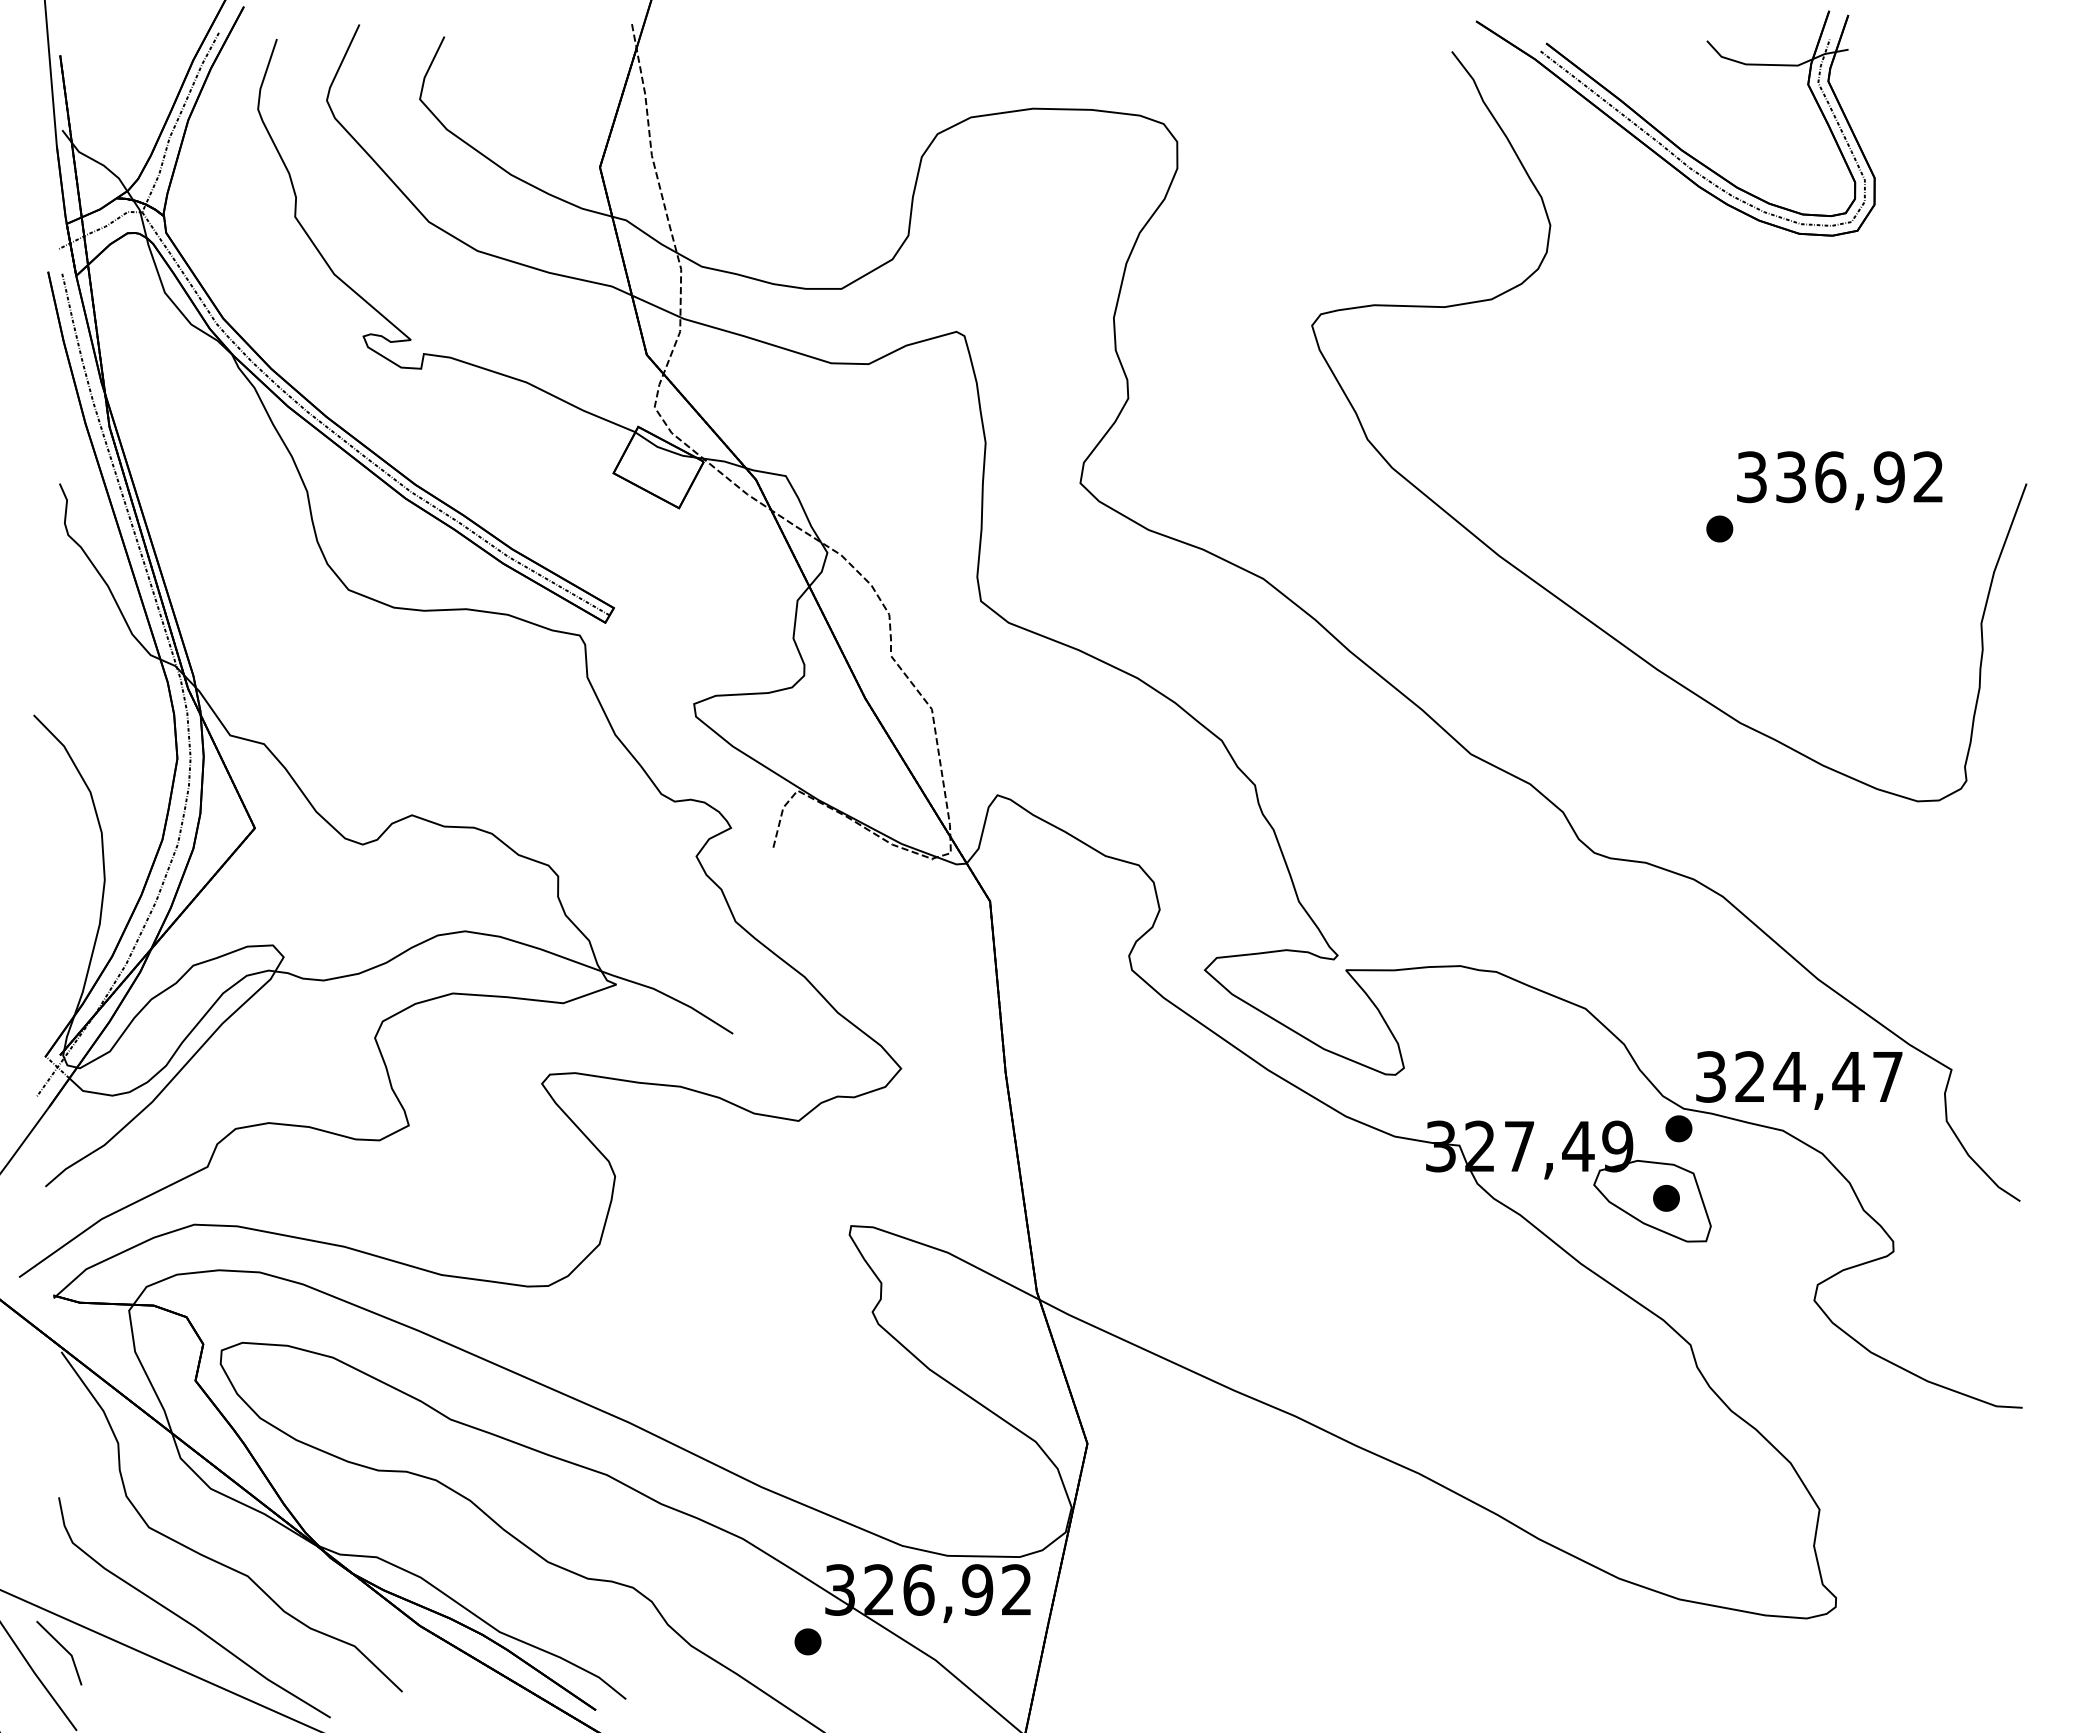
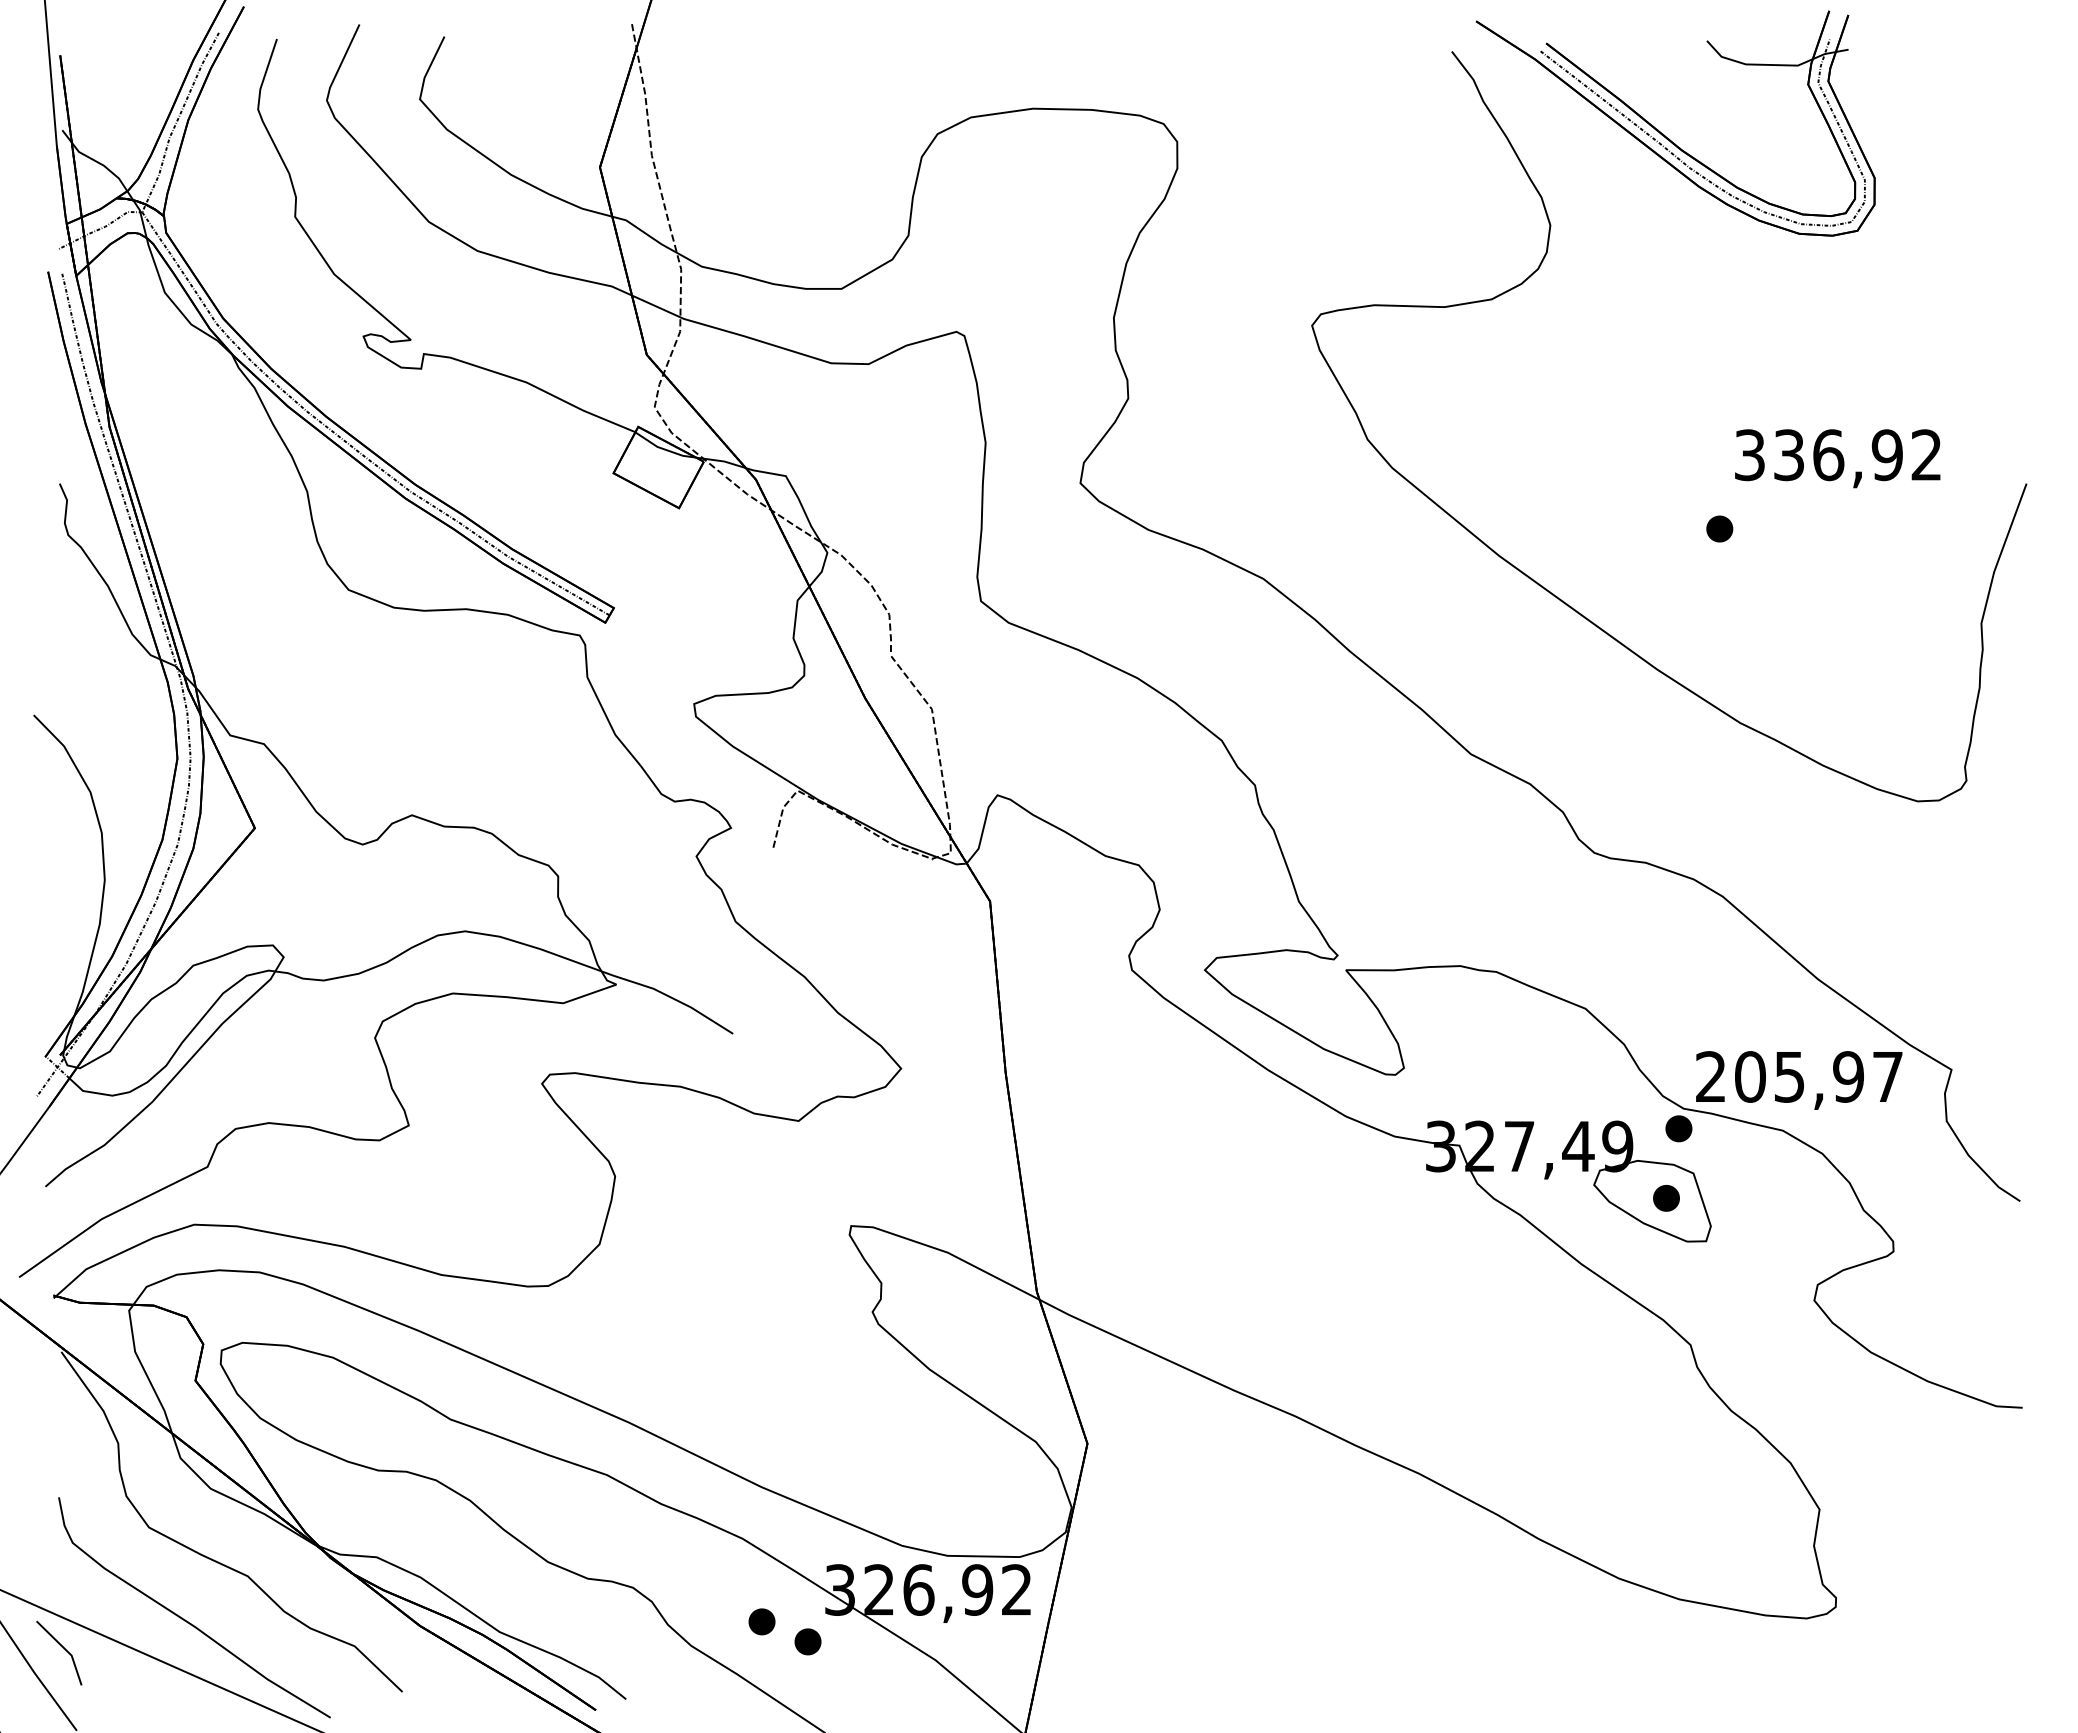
text at (1839, 480) position: (1839, 480) -> (1837, 458)
text at (1780, 1076): 324,47 -> 205,97
part at (761, 1621): none -> present
